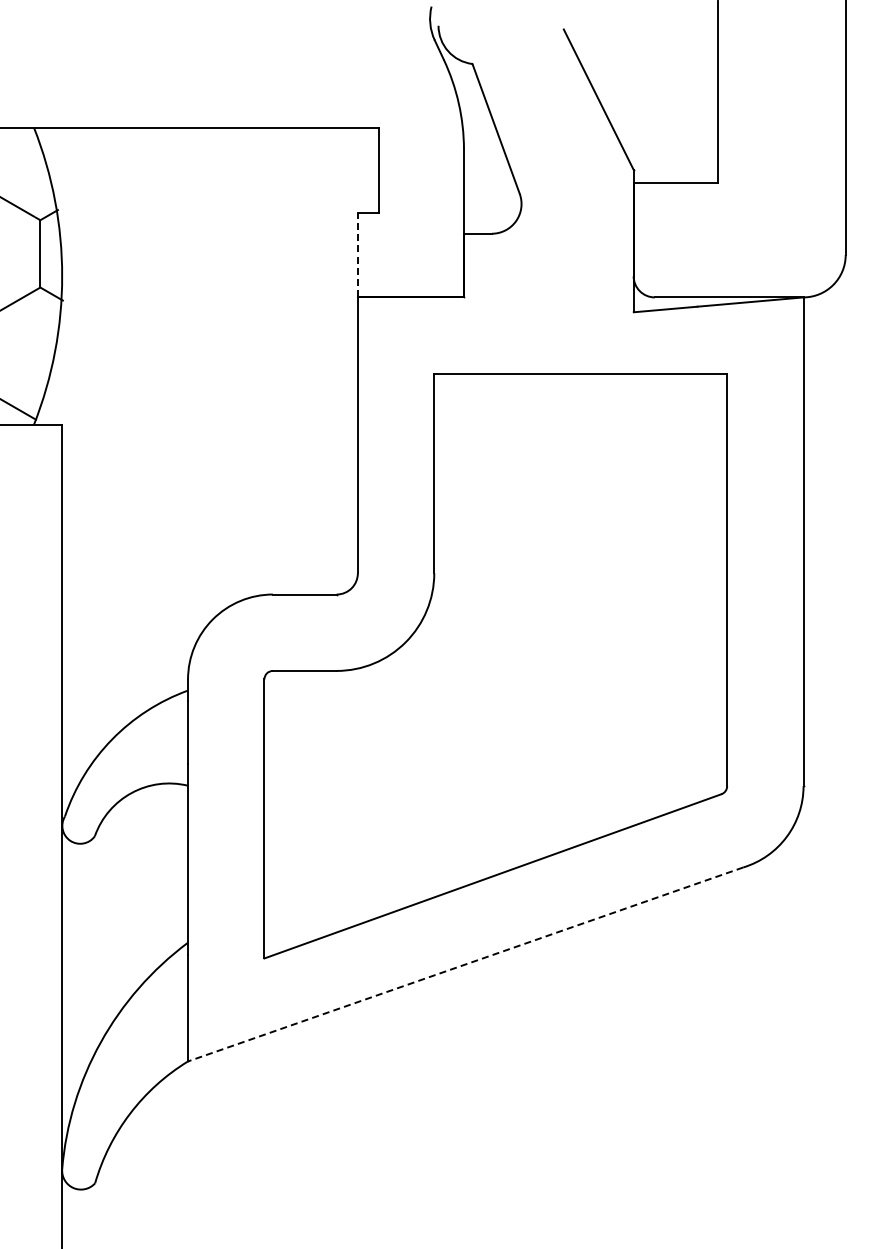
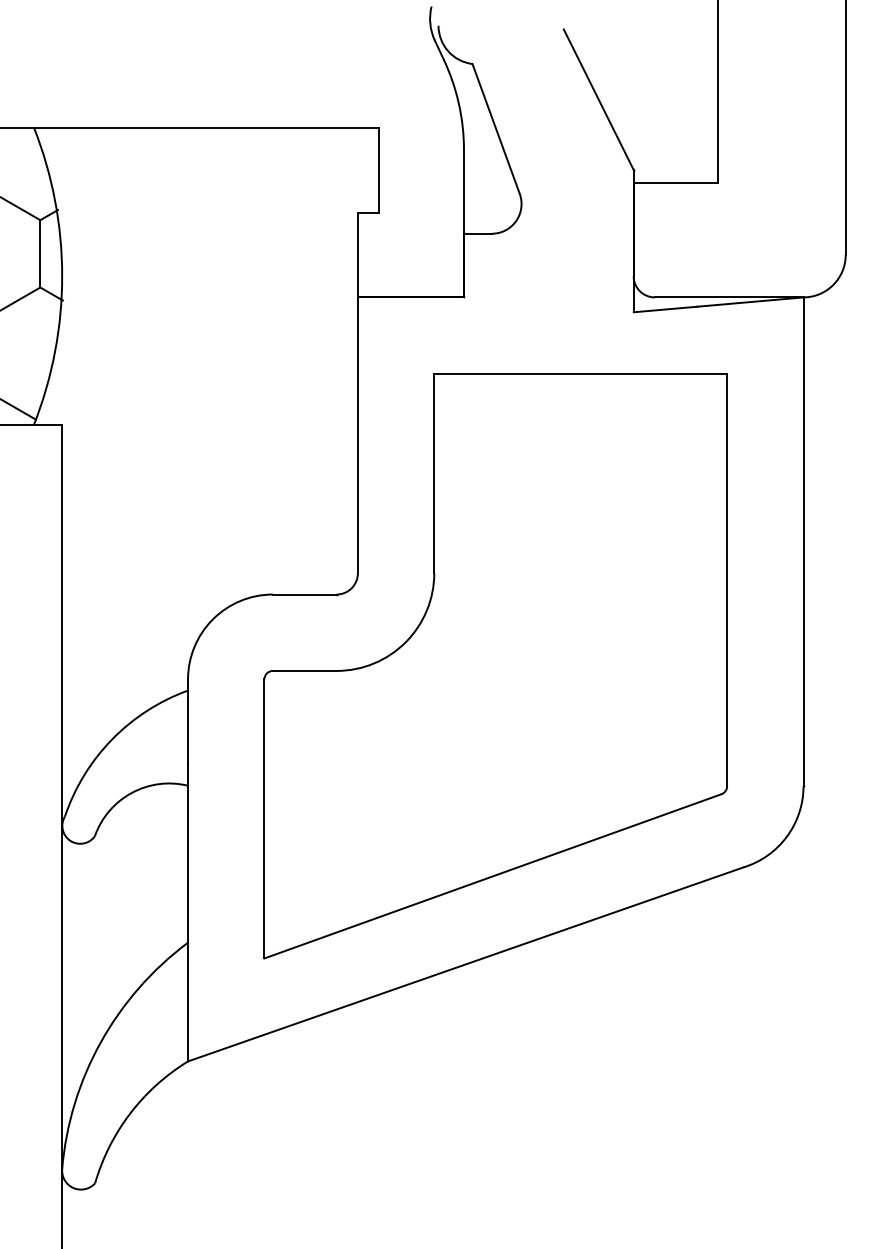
line at (357, 254): dashed -> solid
line at (465, 964): dashed -> solid
